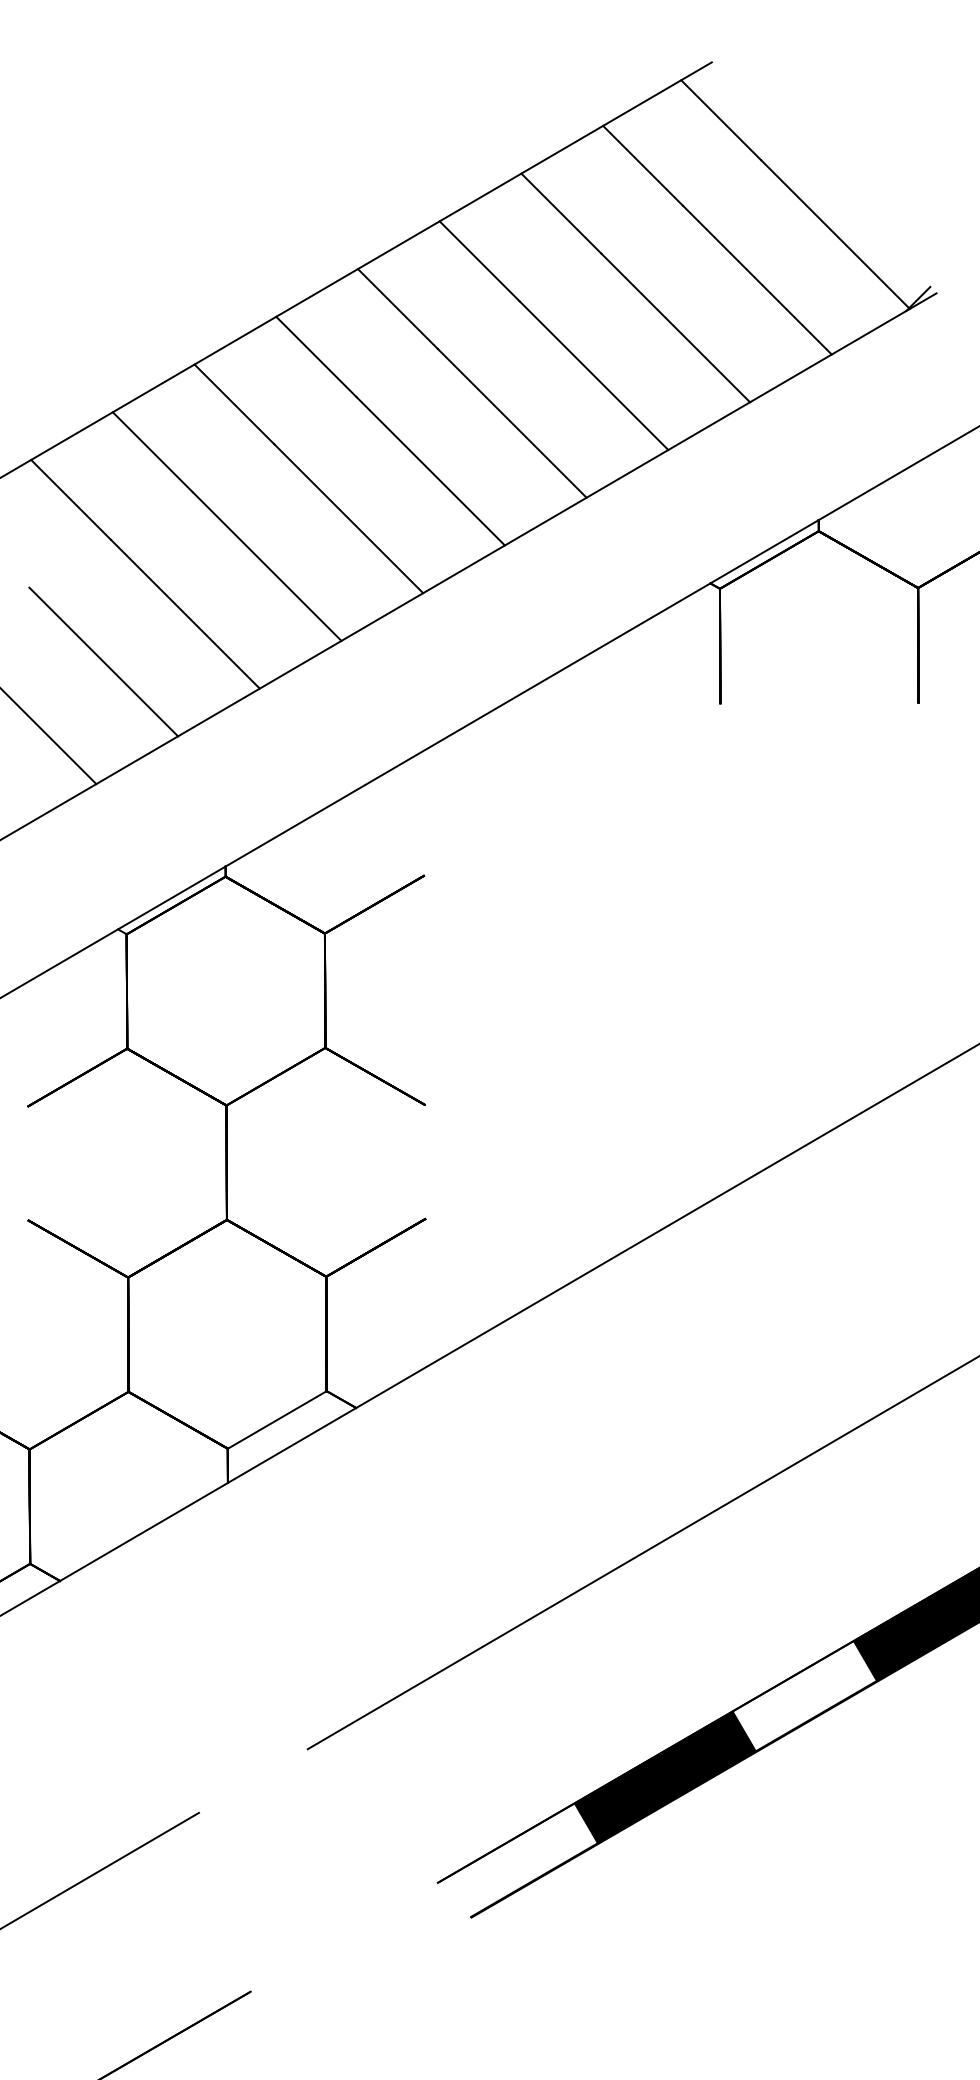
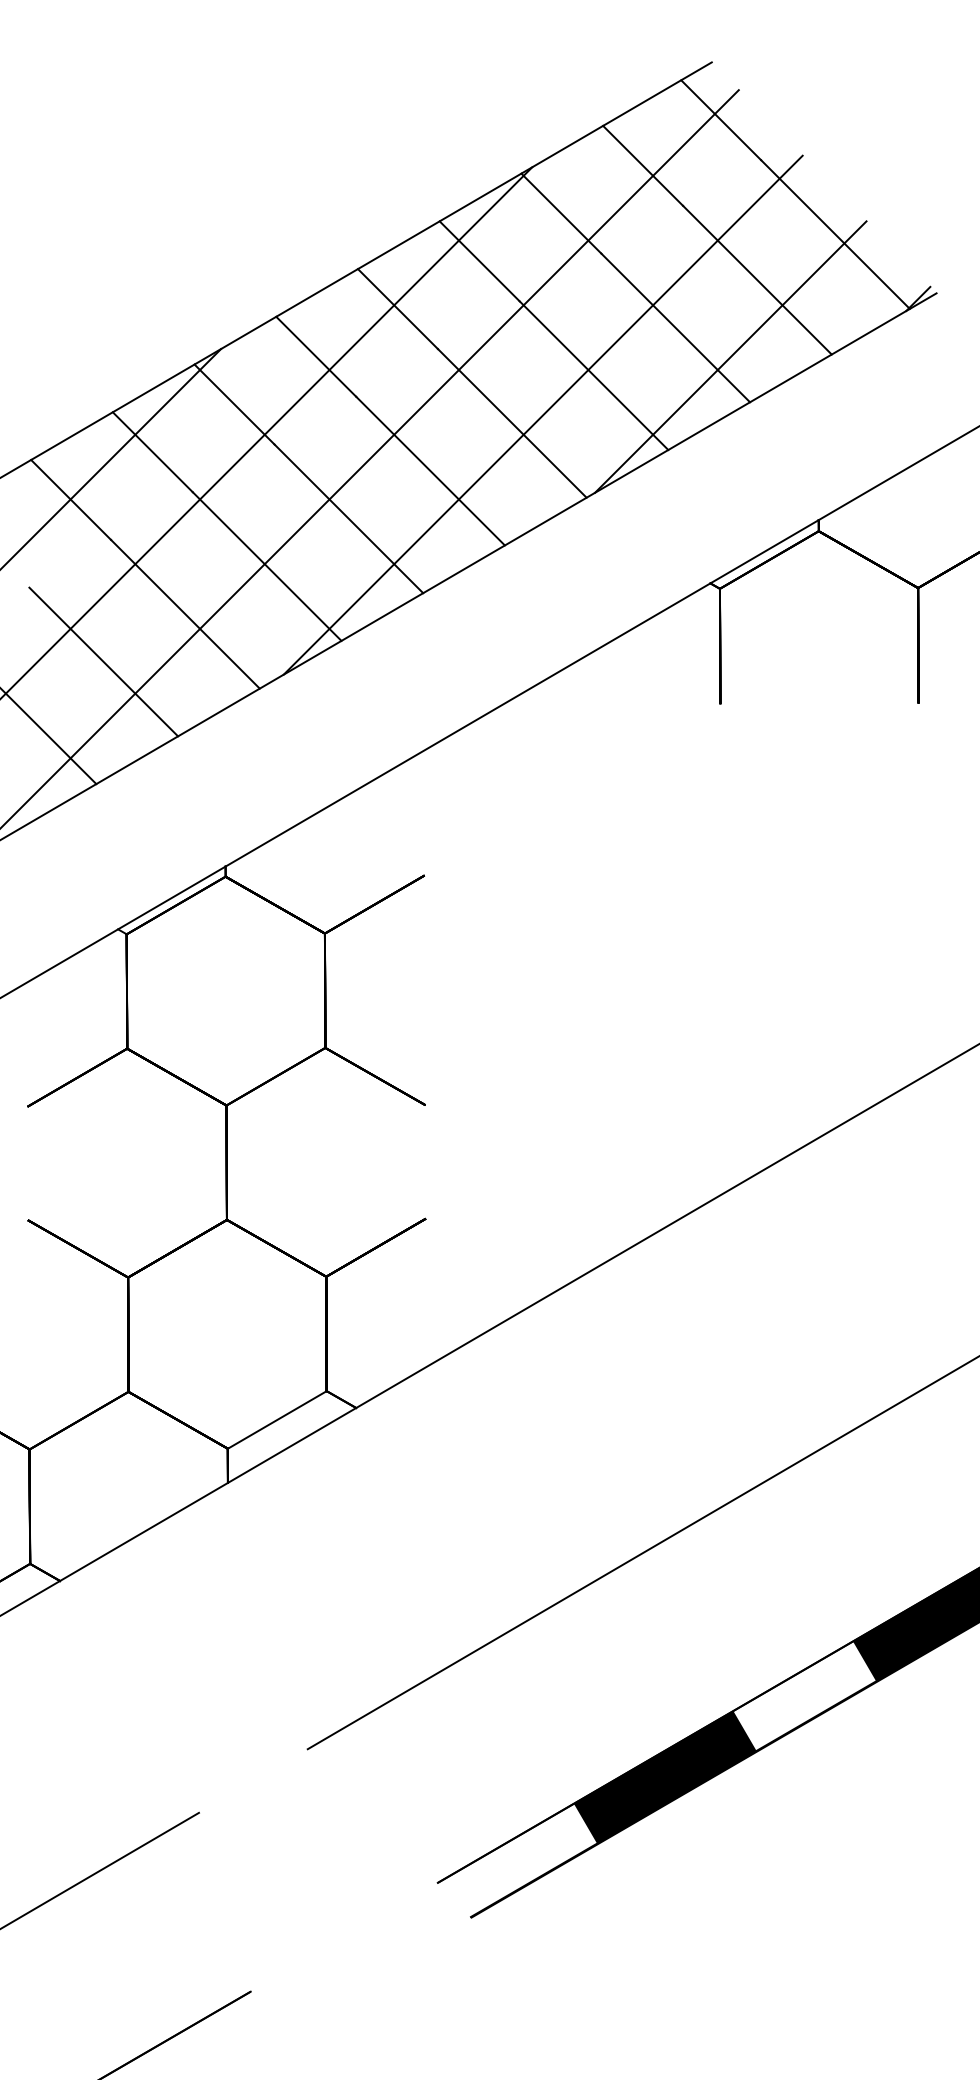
line at (730, 356): none -> present
line at (542, 414): none -> present
line at (267, 432): none -> present
line at (111, 458): none -> present
line at (370, 458): none -> present
